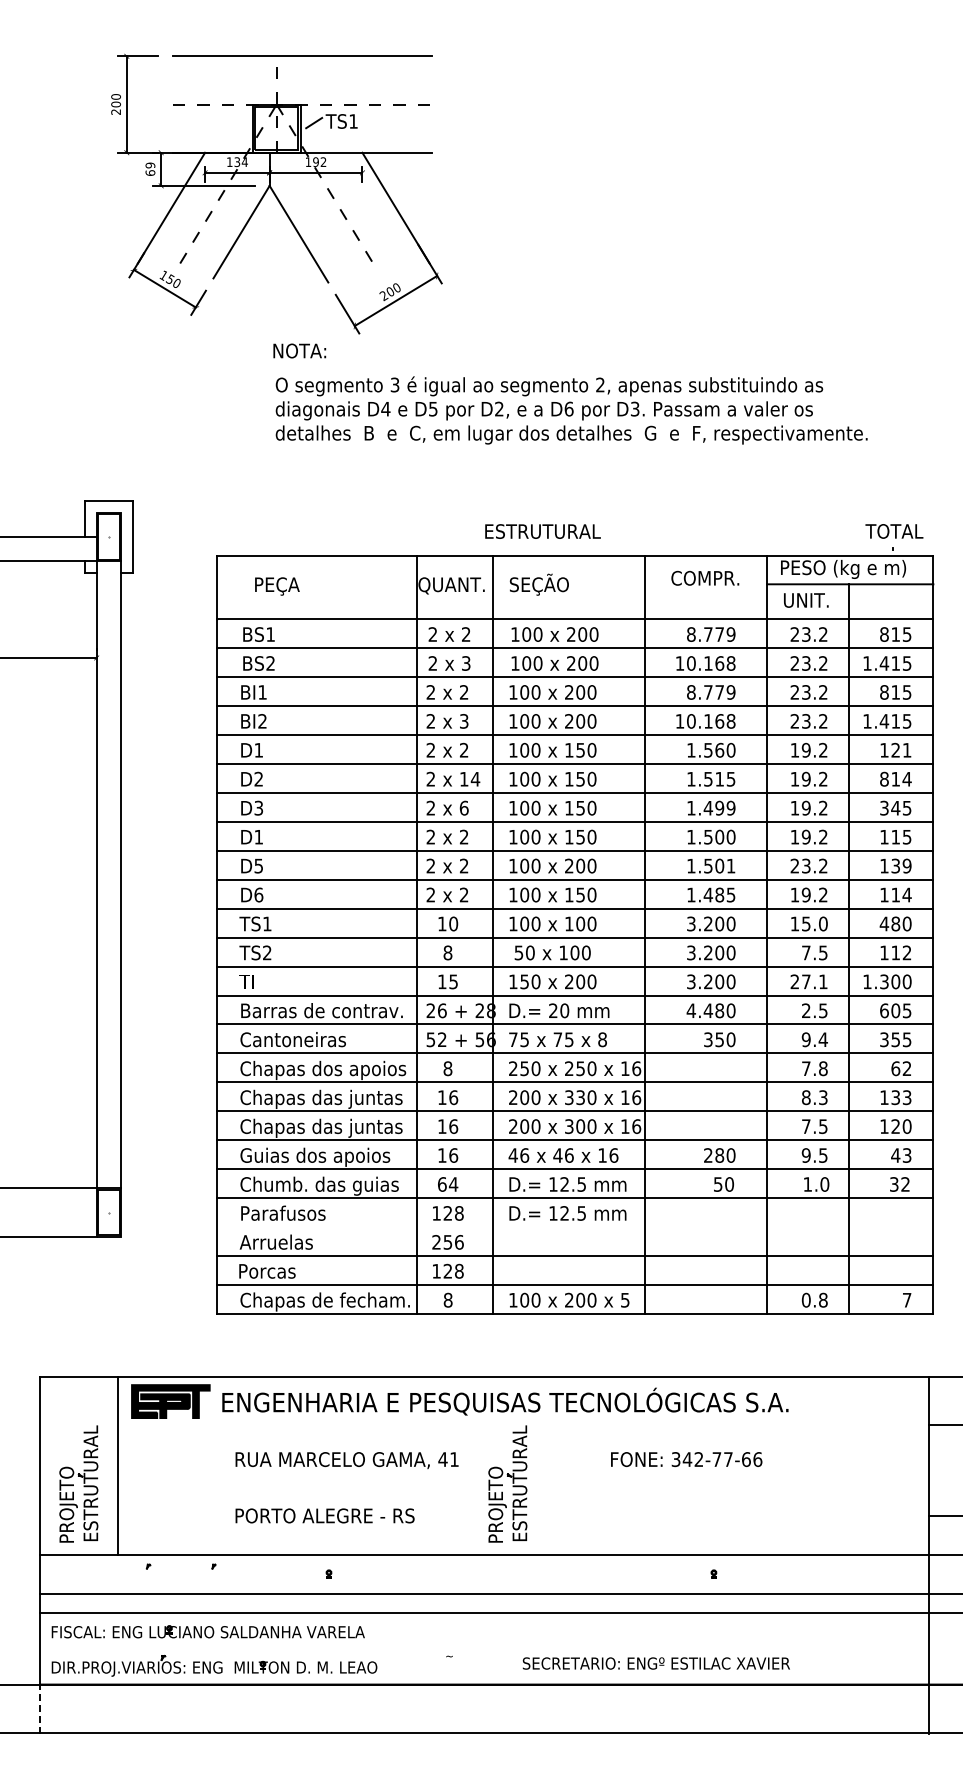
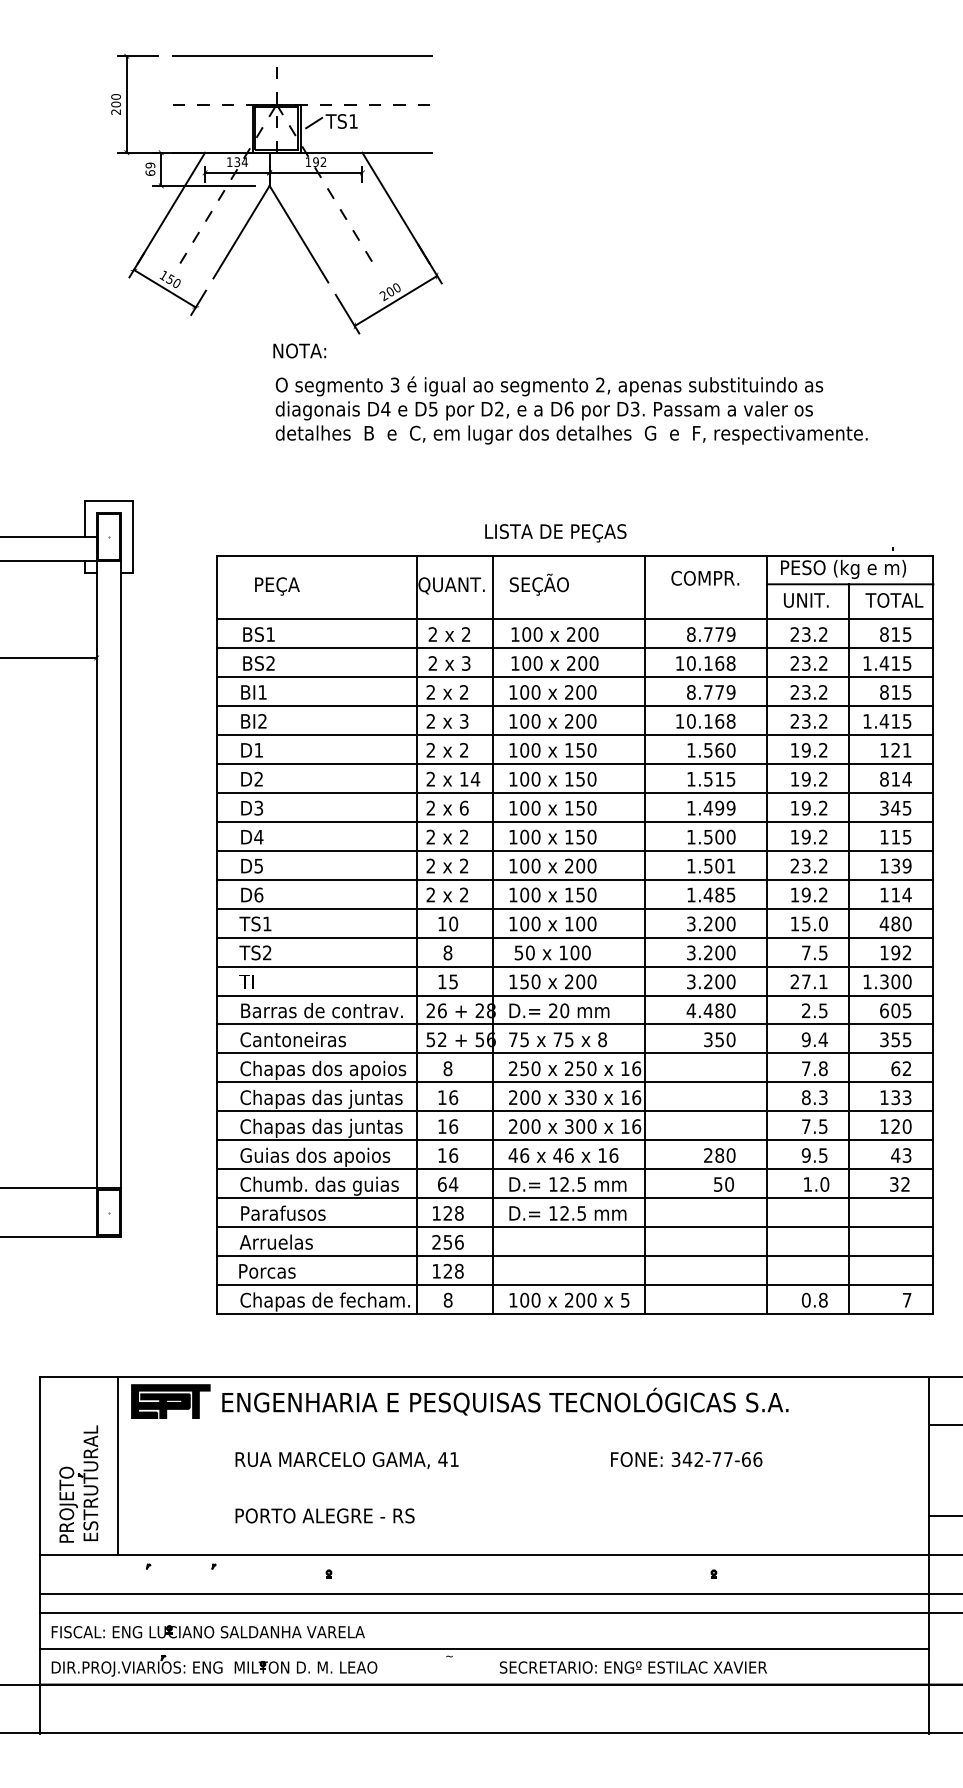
text at (894, 531) position: (894, 531) -> (894, 600)
text at (556, 533): ESTRUTURAL -> LISTA DE PEÇAS
text at (258, 837): D1 -> D4
text at (895, 952): 112 -> 192
line at (574, 1227): none -> present
part at (507, 1483): present -> none
line at (484, 1649): none -> present
text at (655, 1663) position: (655, 1663) -> (632, 1667)
line at (40, 1709): dashed -> solid
